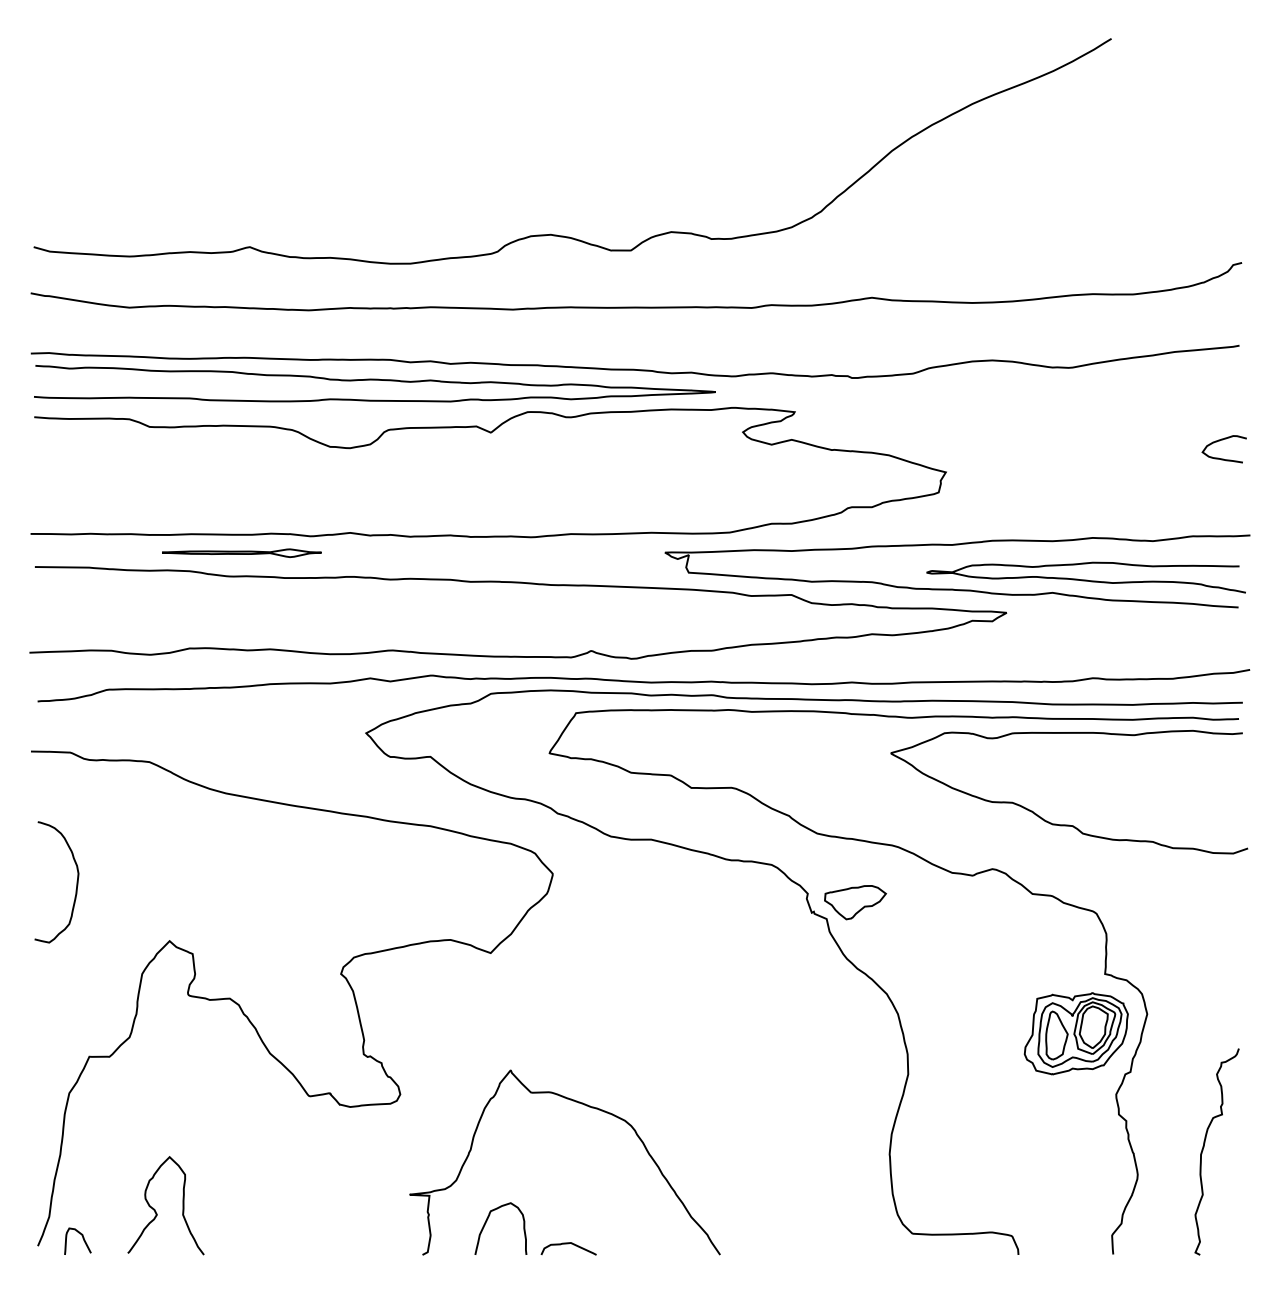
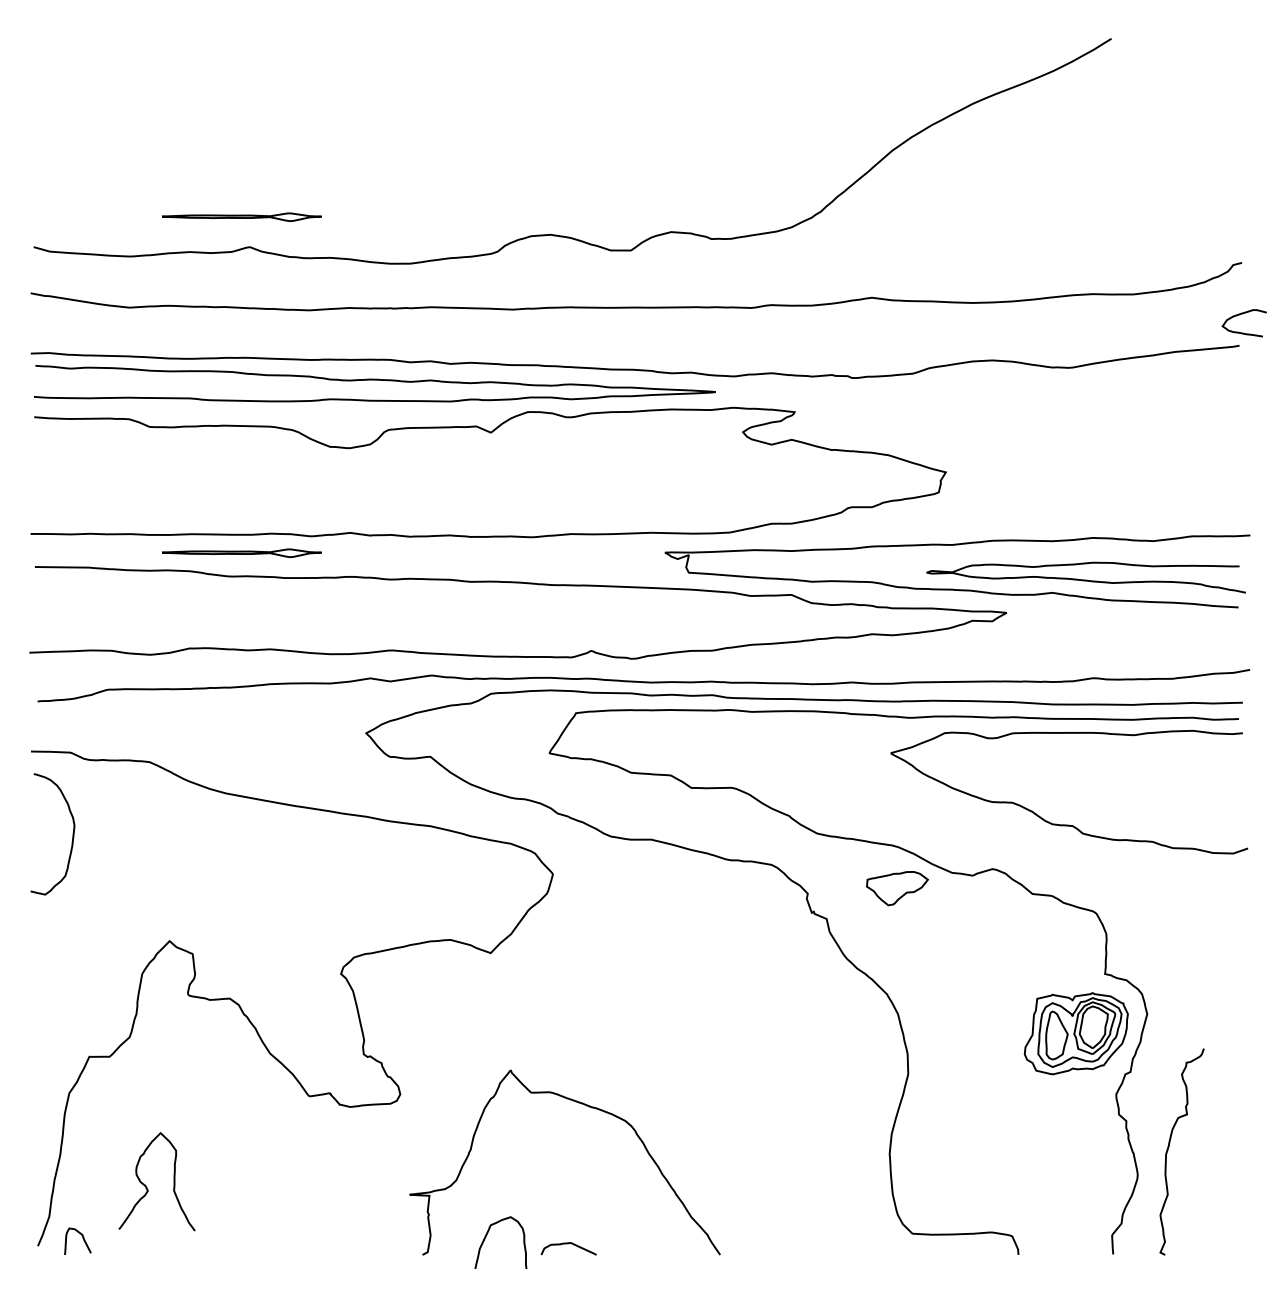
part at (241, 216): none -> present
curve at (1219, 441) position: (1219, 441) -> (1239, 315)
curve at (76, 882) position: (76, 882) -> (72, 834)
part at (855, 902) position: (855, 902) -> (897, 888)
curve at (1204, 1147) position: (1204, 1147) -> (1169, 1147)
curve at (155, 1209) position: (155, 1209) -> (146, 1185)
curve at (487, 1221) position: (487, 1221) -> (487, 1235)
